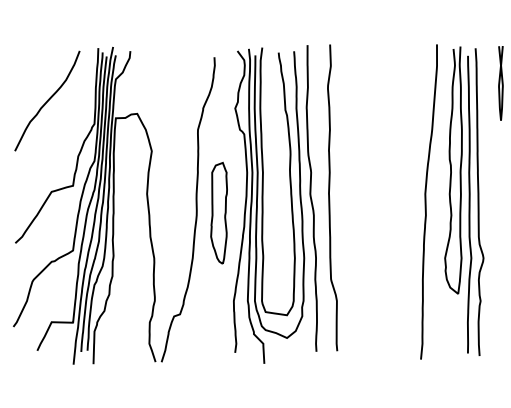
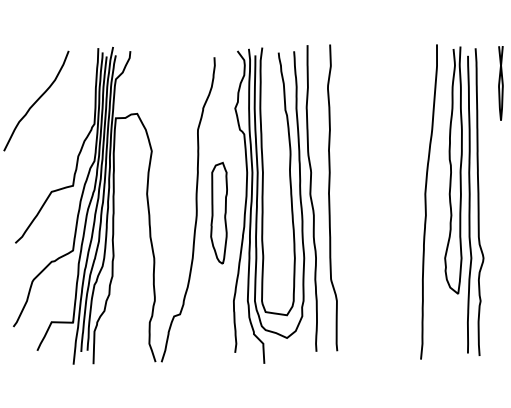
curve at (47, 100) position: (47, 100) -> (36, 100)
